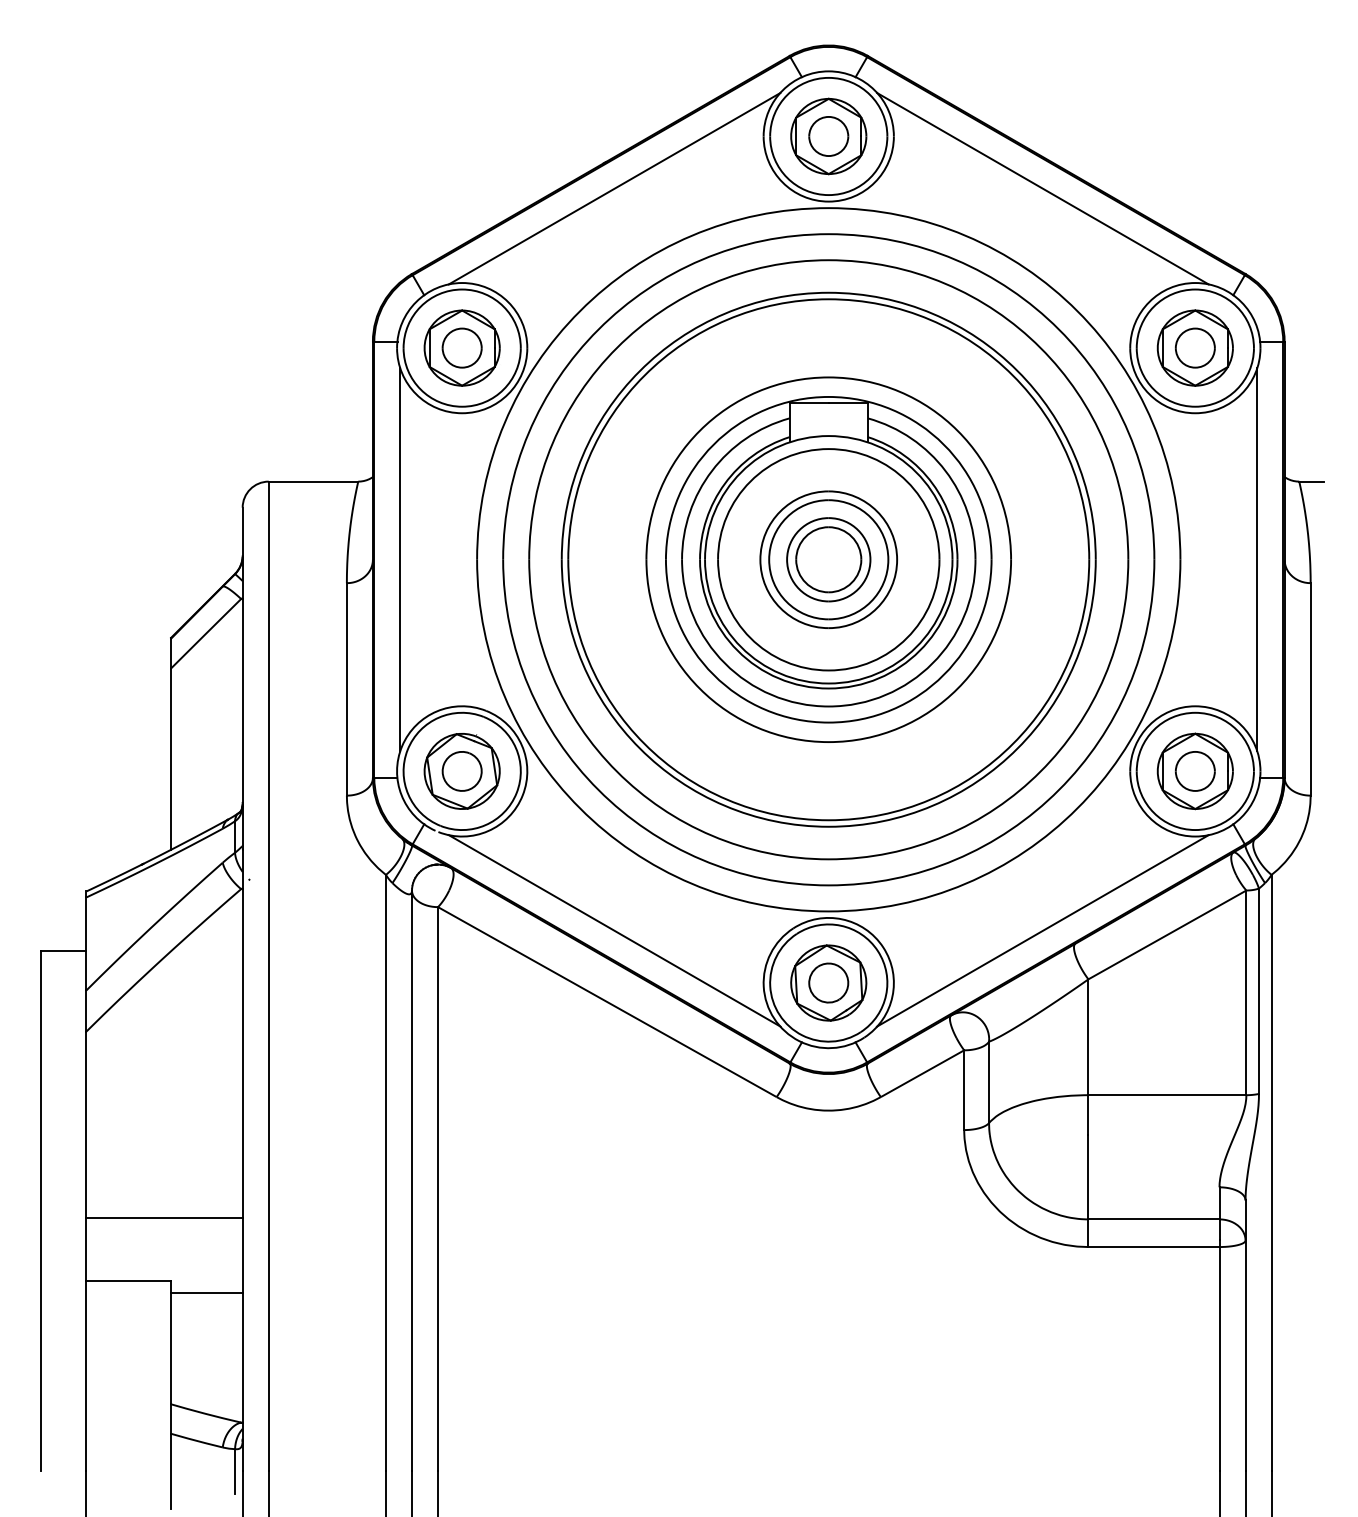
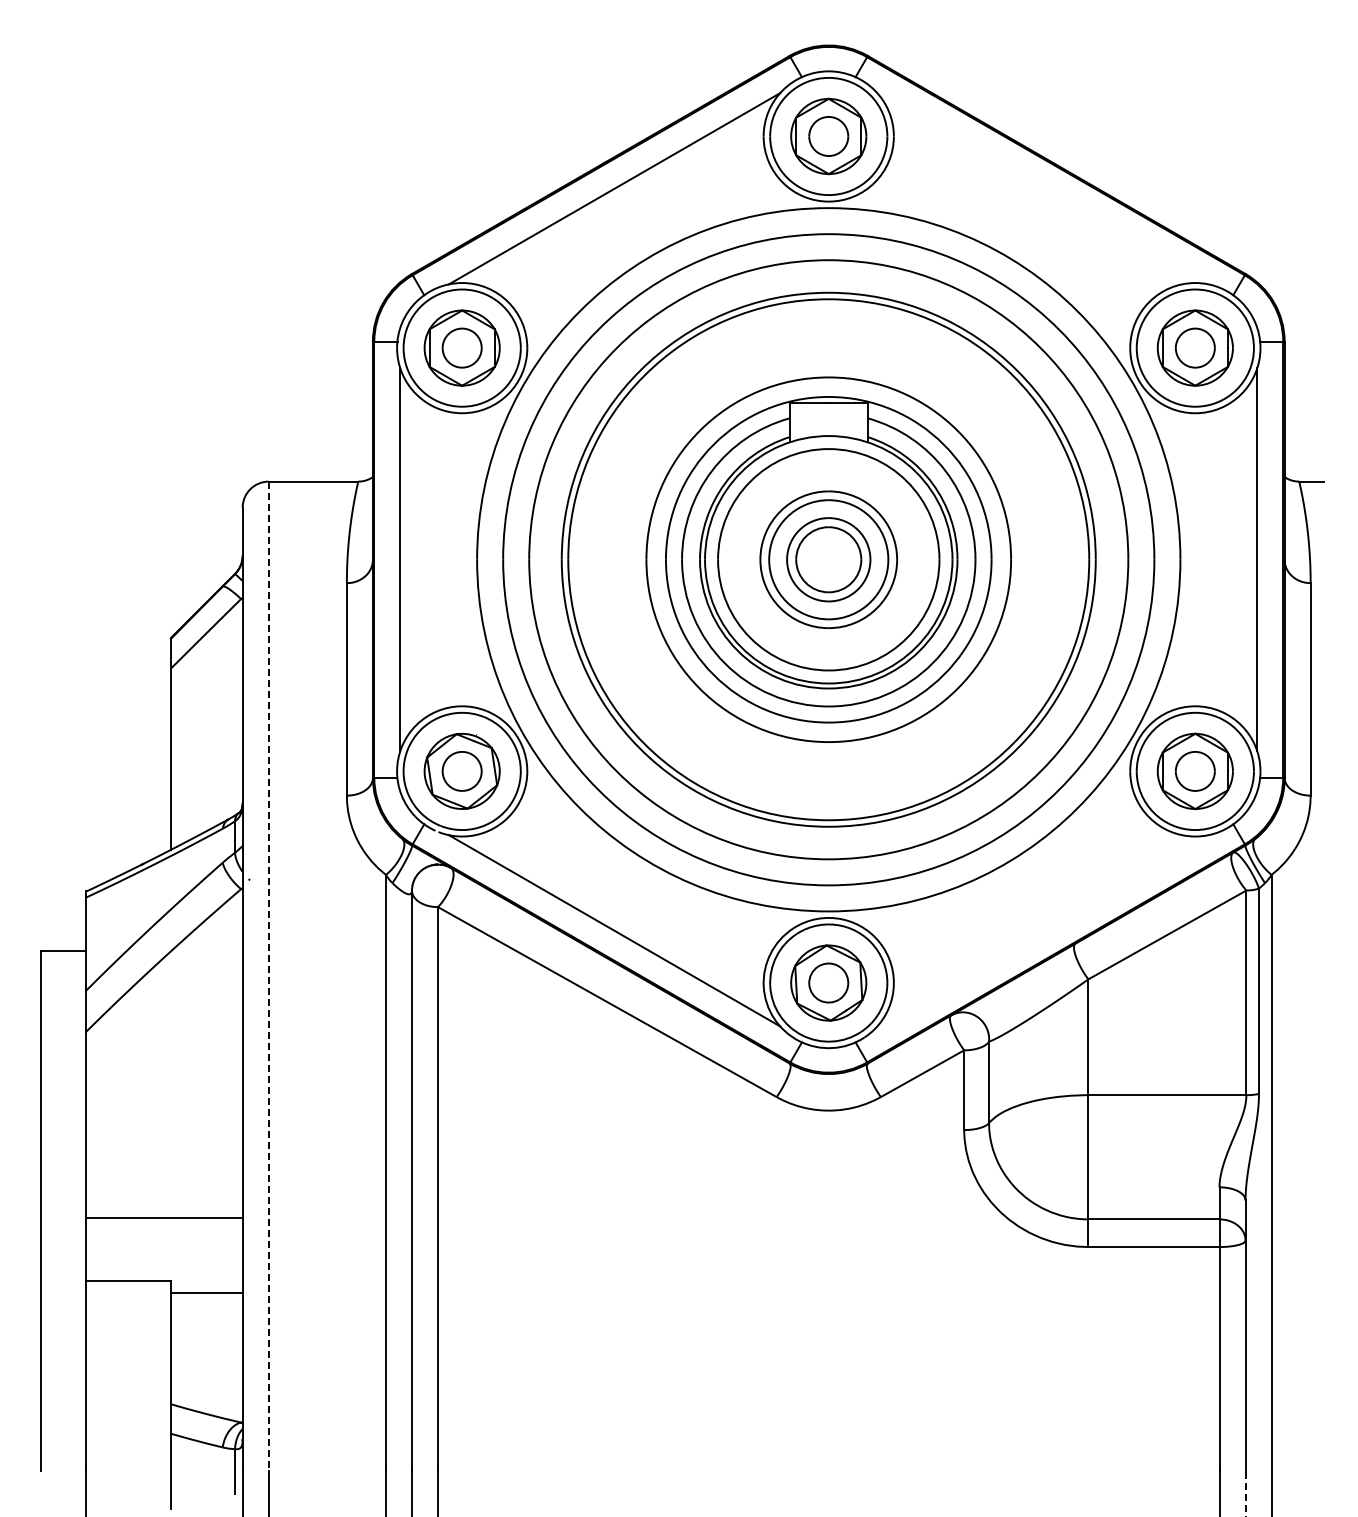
line at (1042, 188): present -> none
line at (1042, 930): present -> none
line at (268, 976): solid -> dashed
line at (1245, 1493): solid -> dashed
